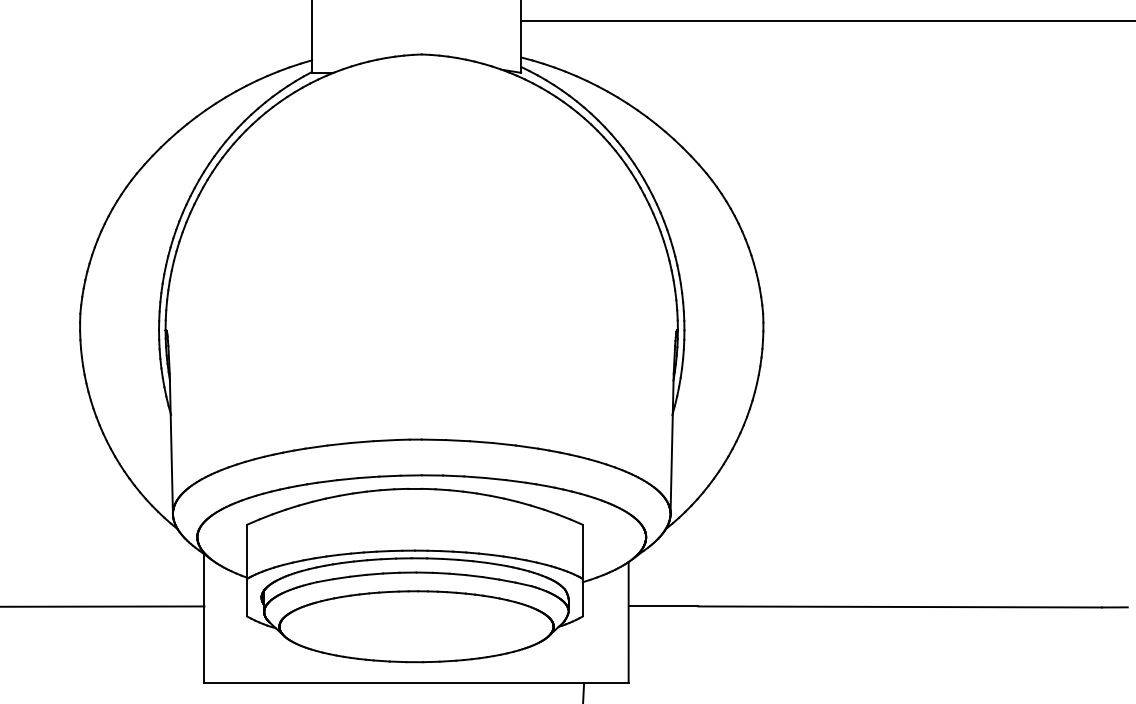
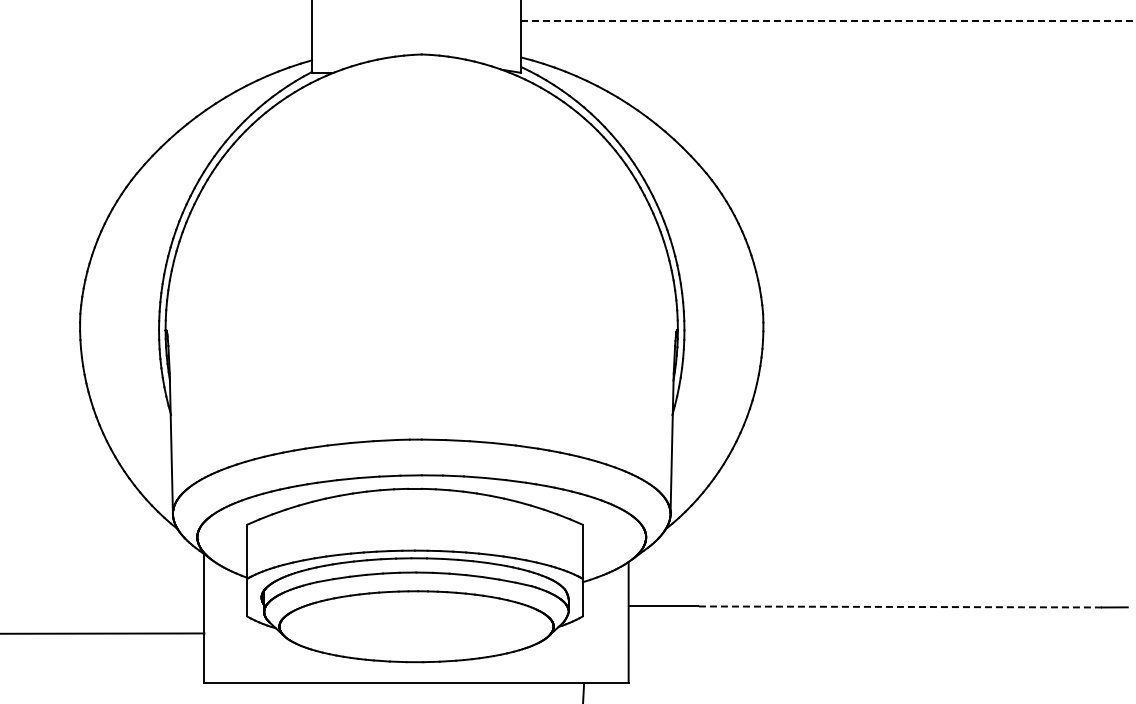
line at (828, 21): solid -> dashed
line at (103, 606) position: (103, 606) -> (103, 633)
line at (900, 606): solid -> dashed
